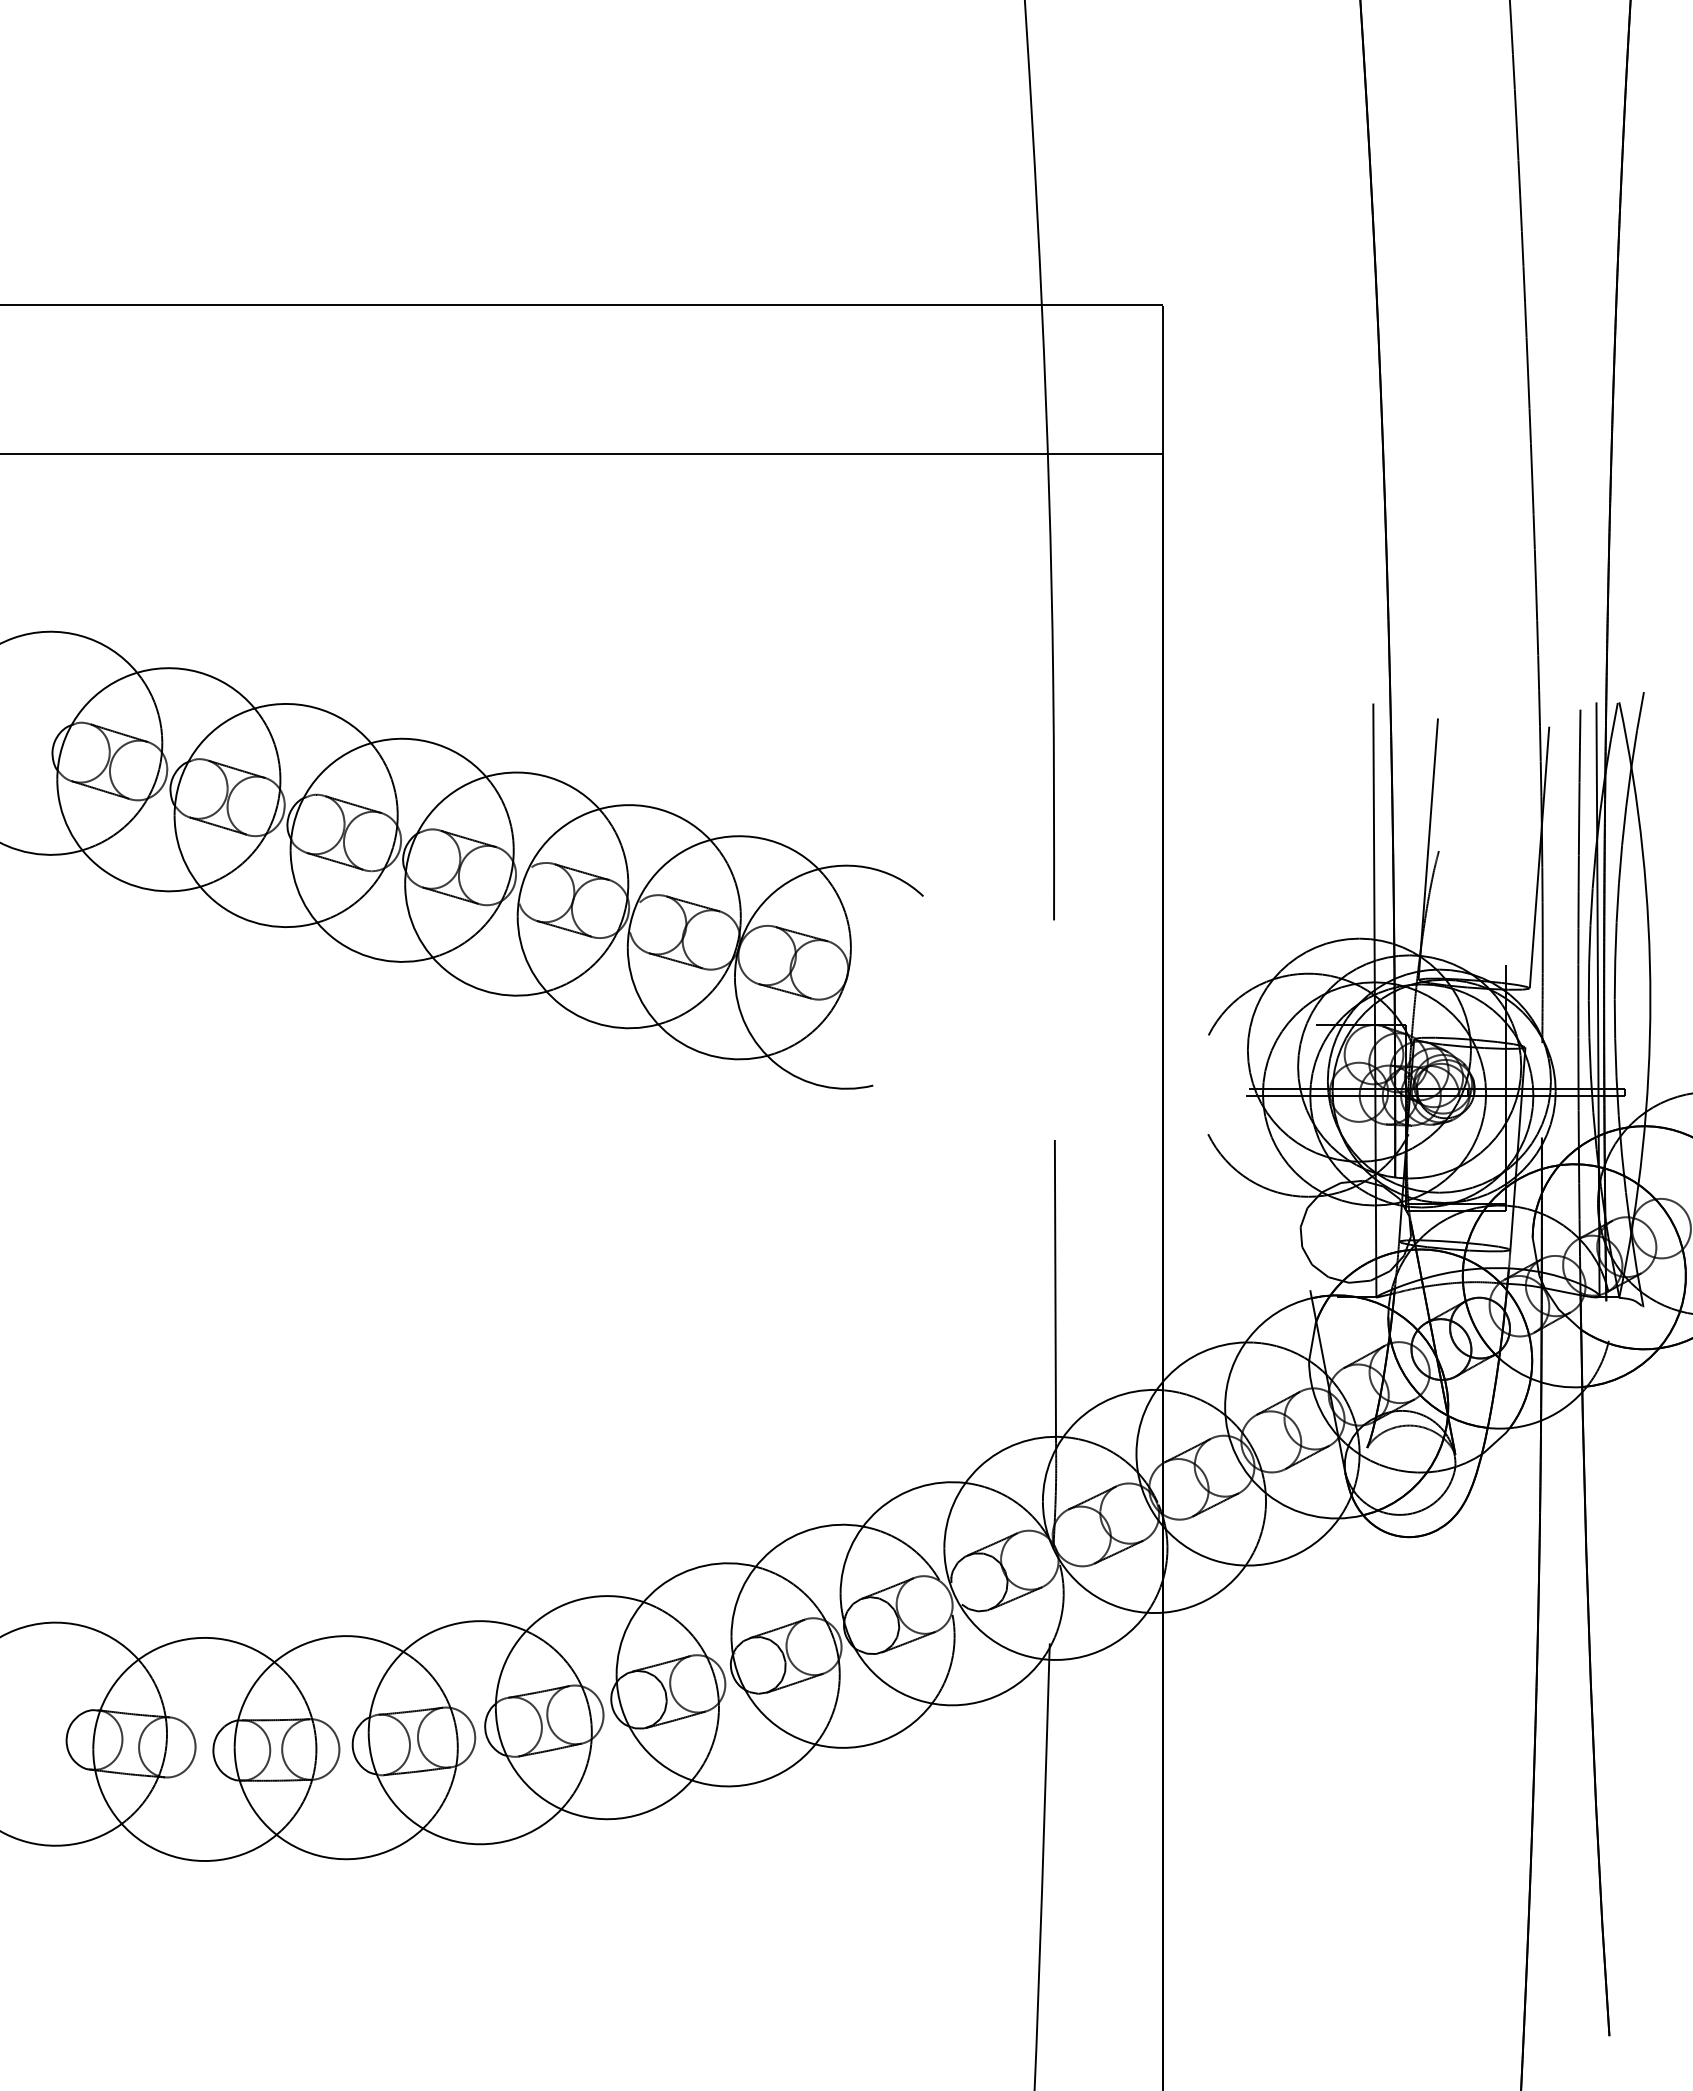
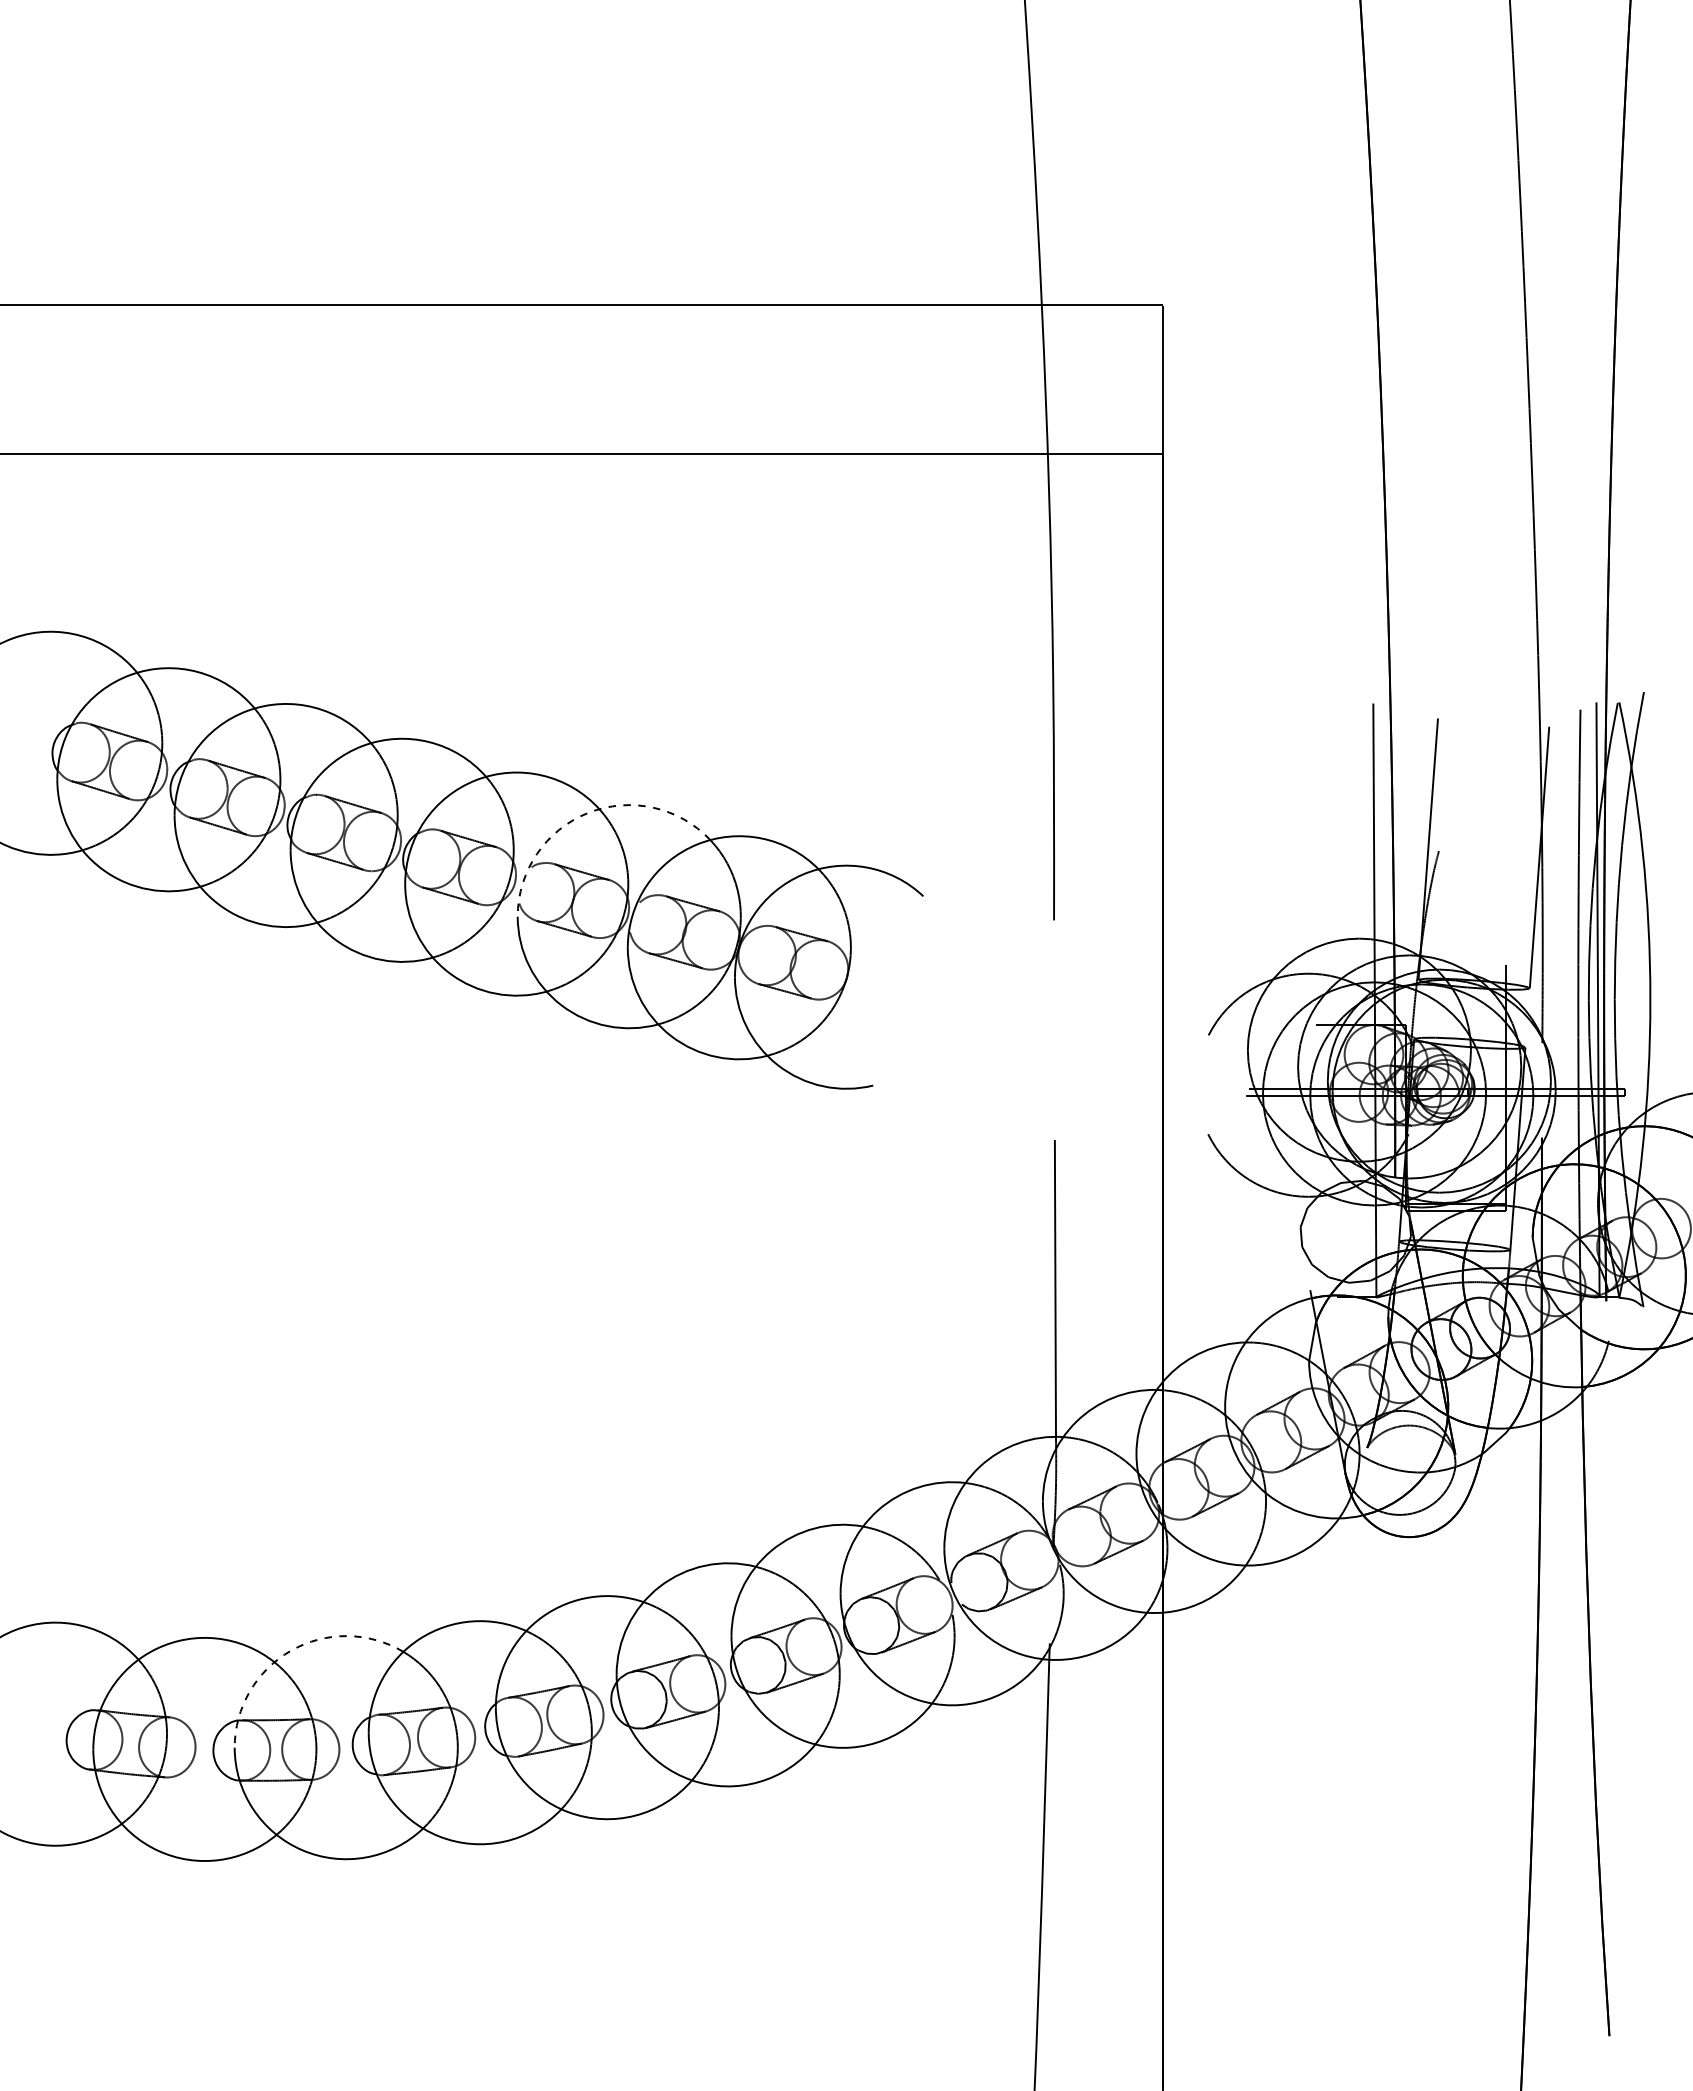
arc at (588, 813): solid -> dashed
arc at (291, 1650): solid -> dashed
